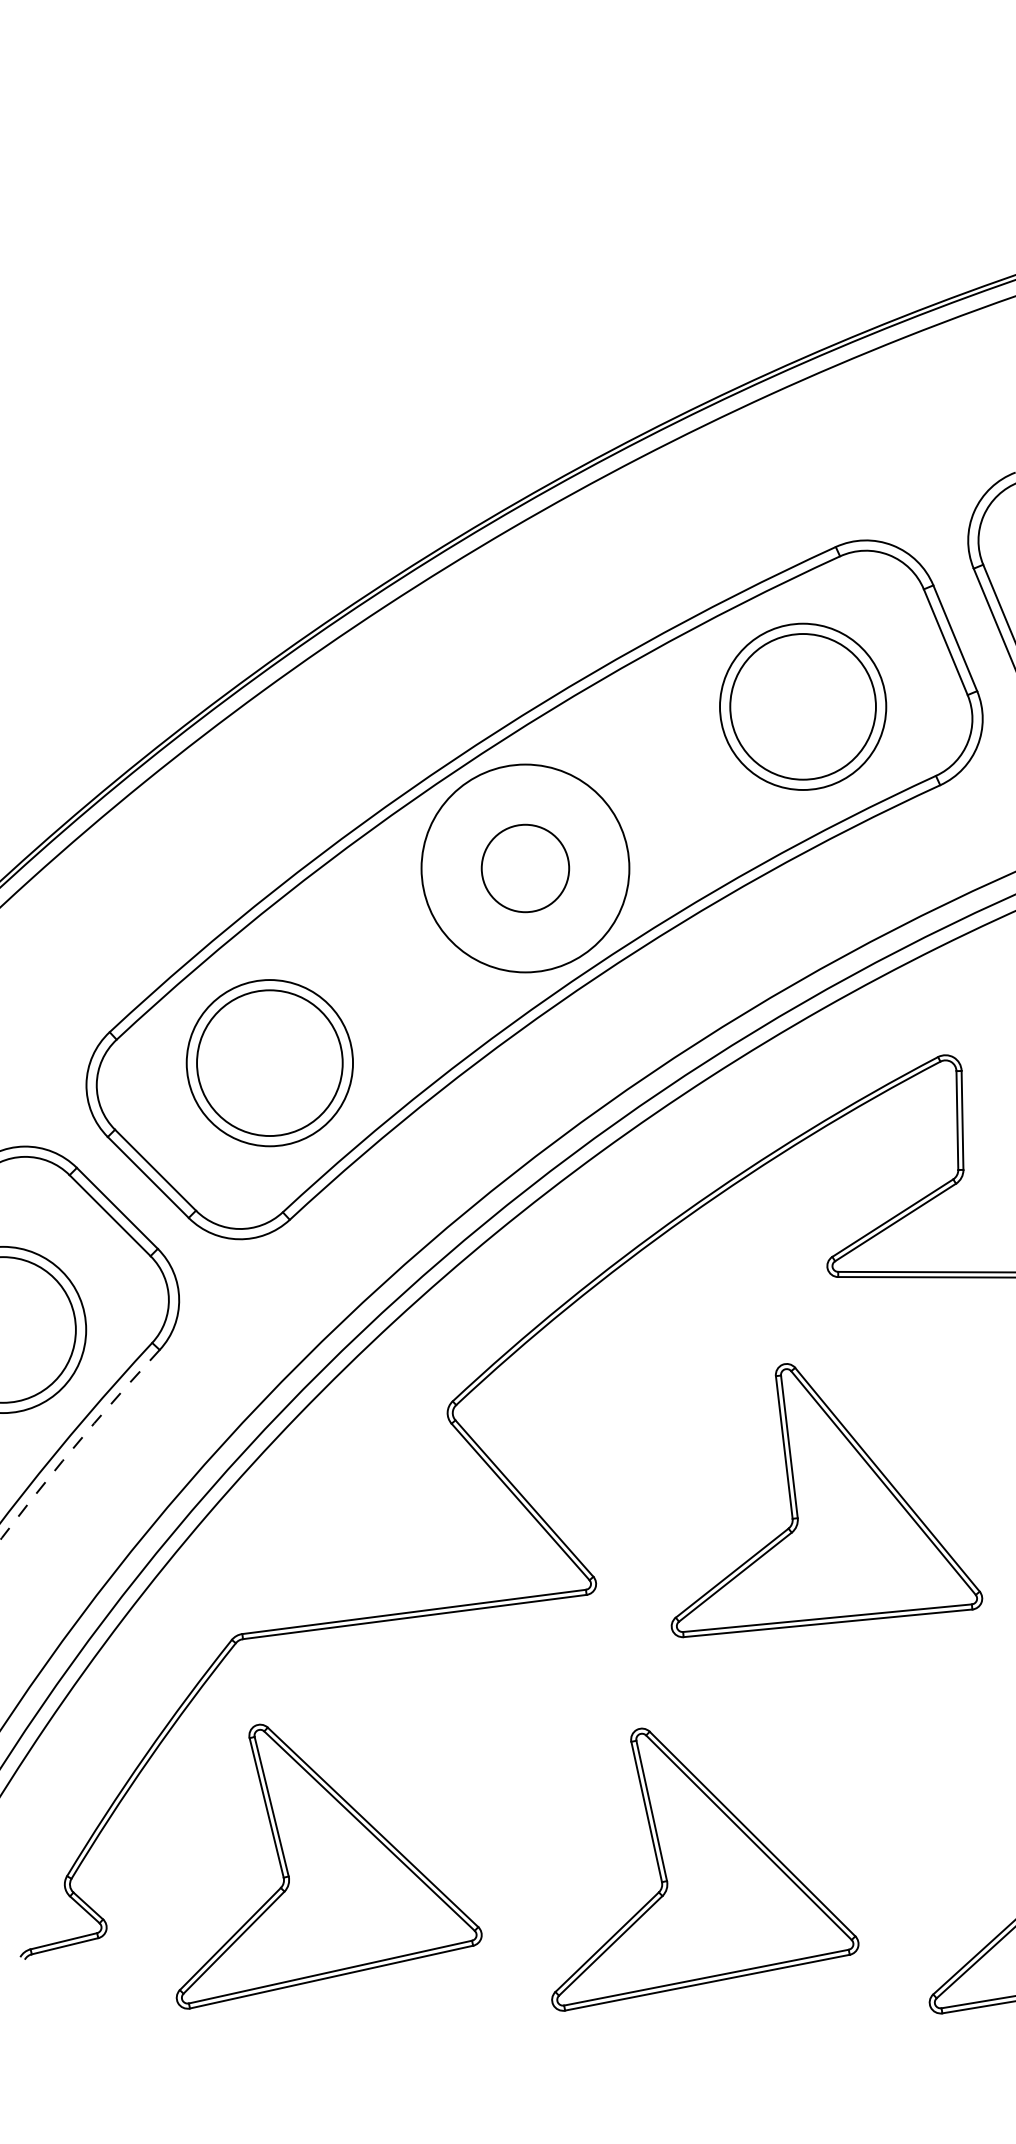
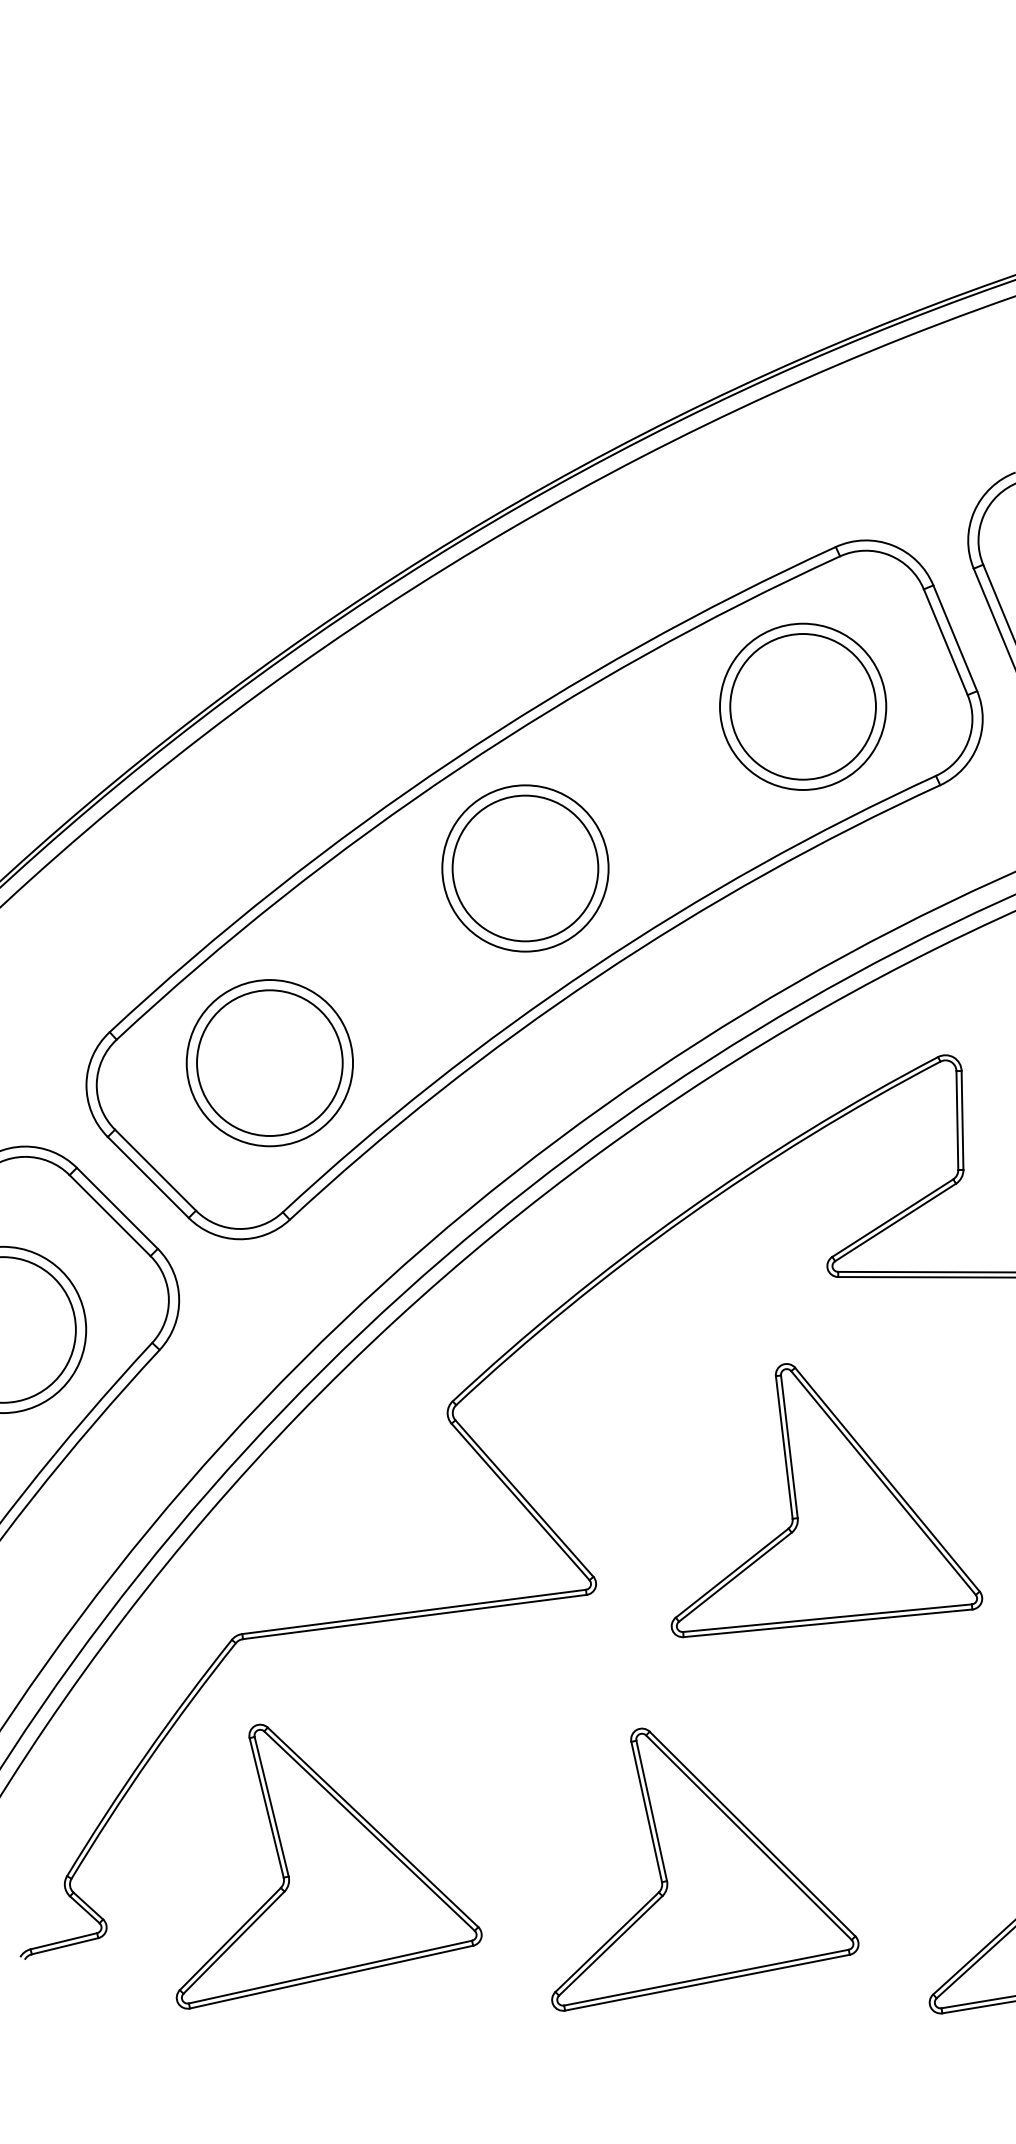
circle at (525, 868) diameter: 208 px -> 166 px
circle at (525, 868) diameter: 87 px -> 146 px
arc at (77, 1443): dashed -> solid
